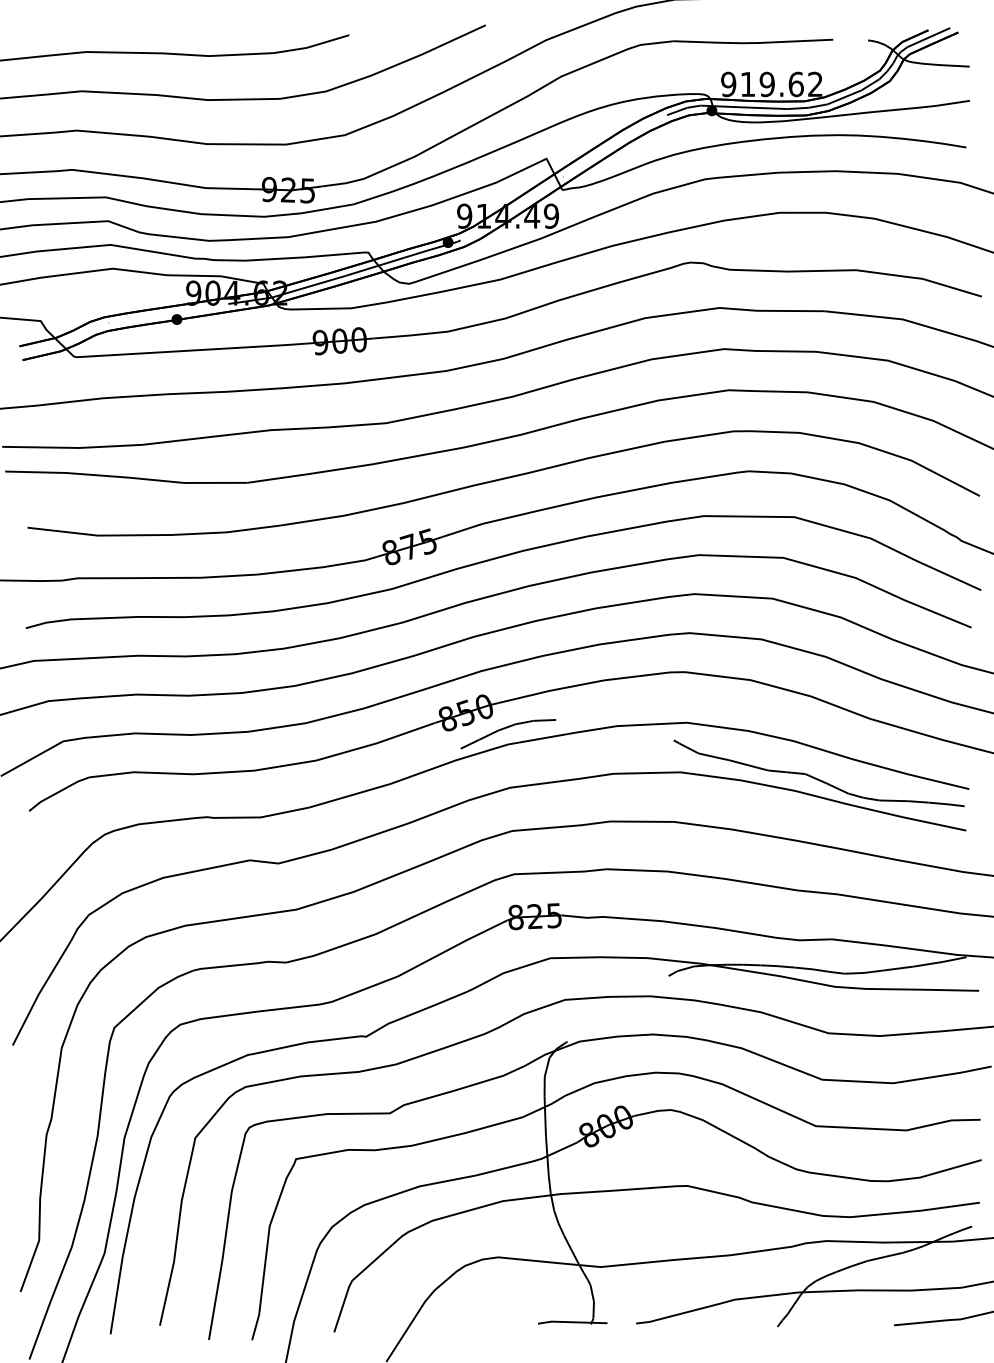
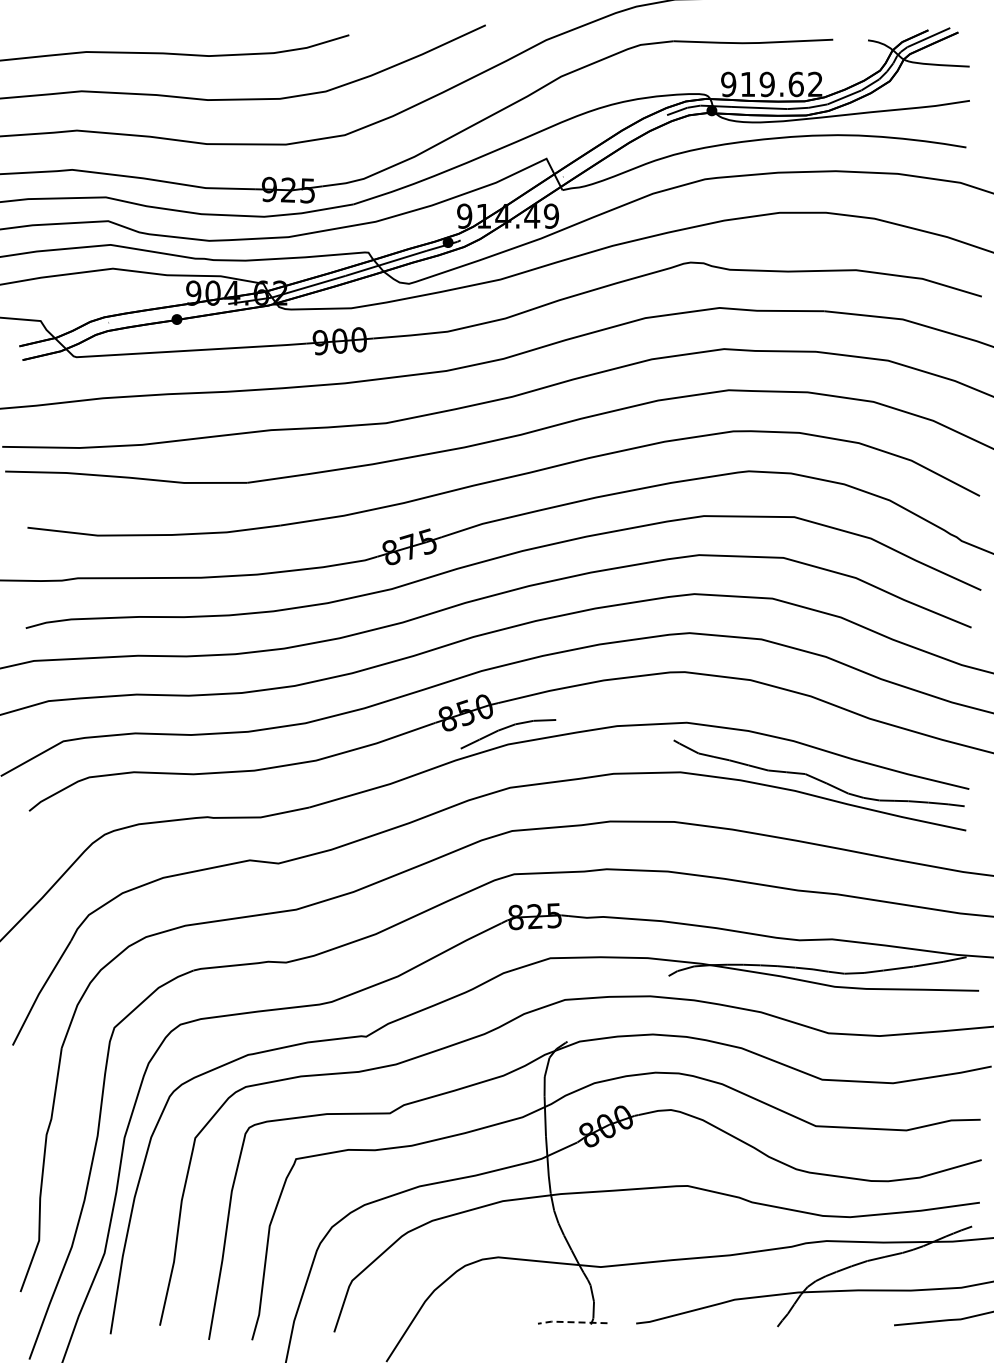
line at (571, 1322): solid -> dashed
